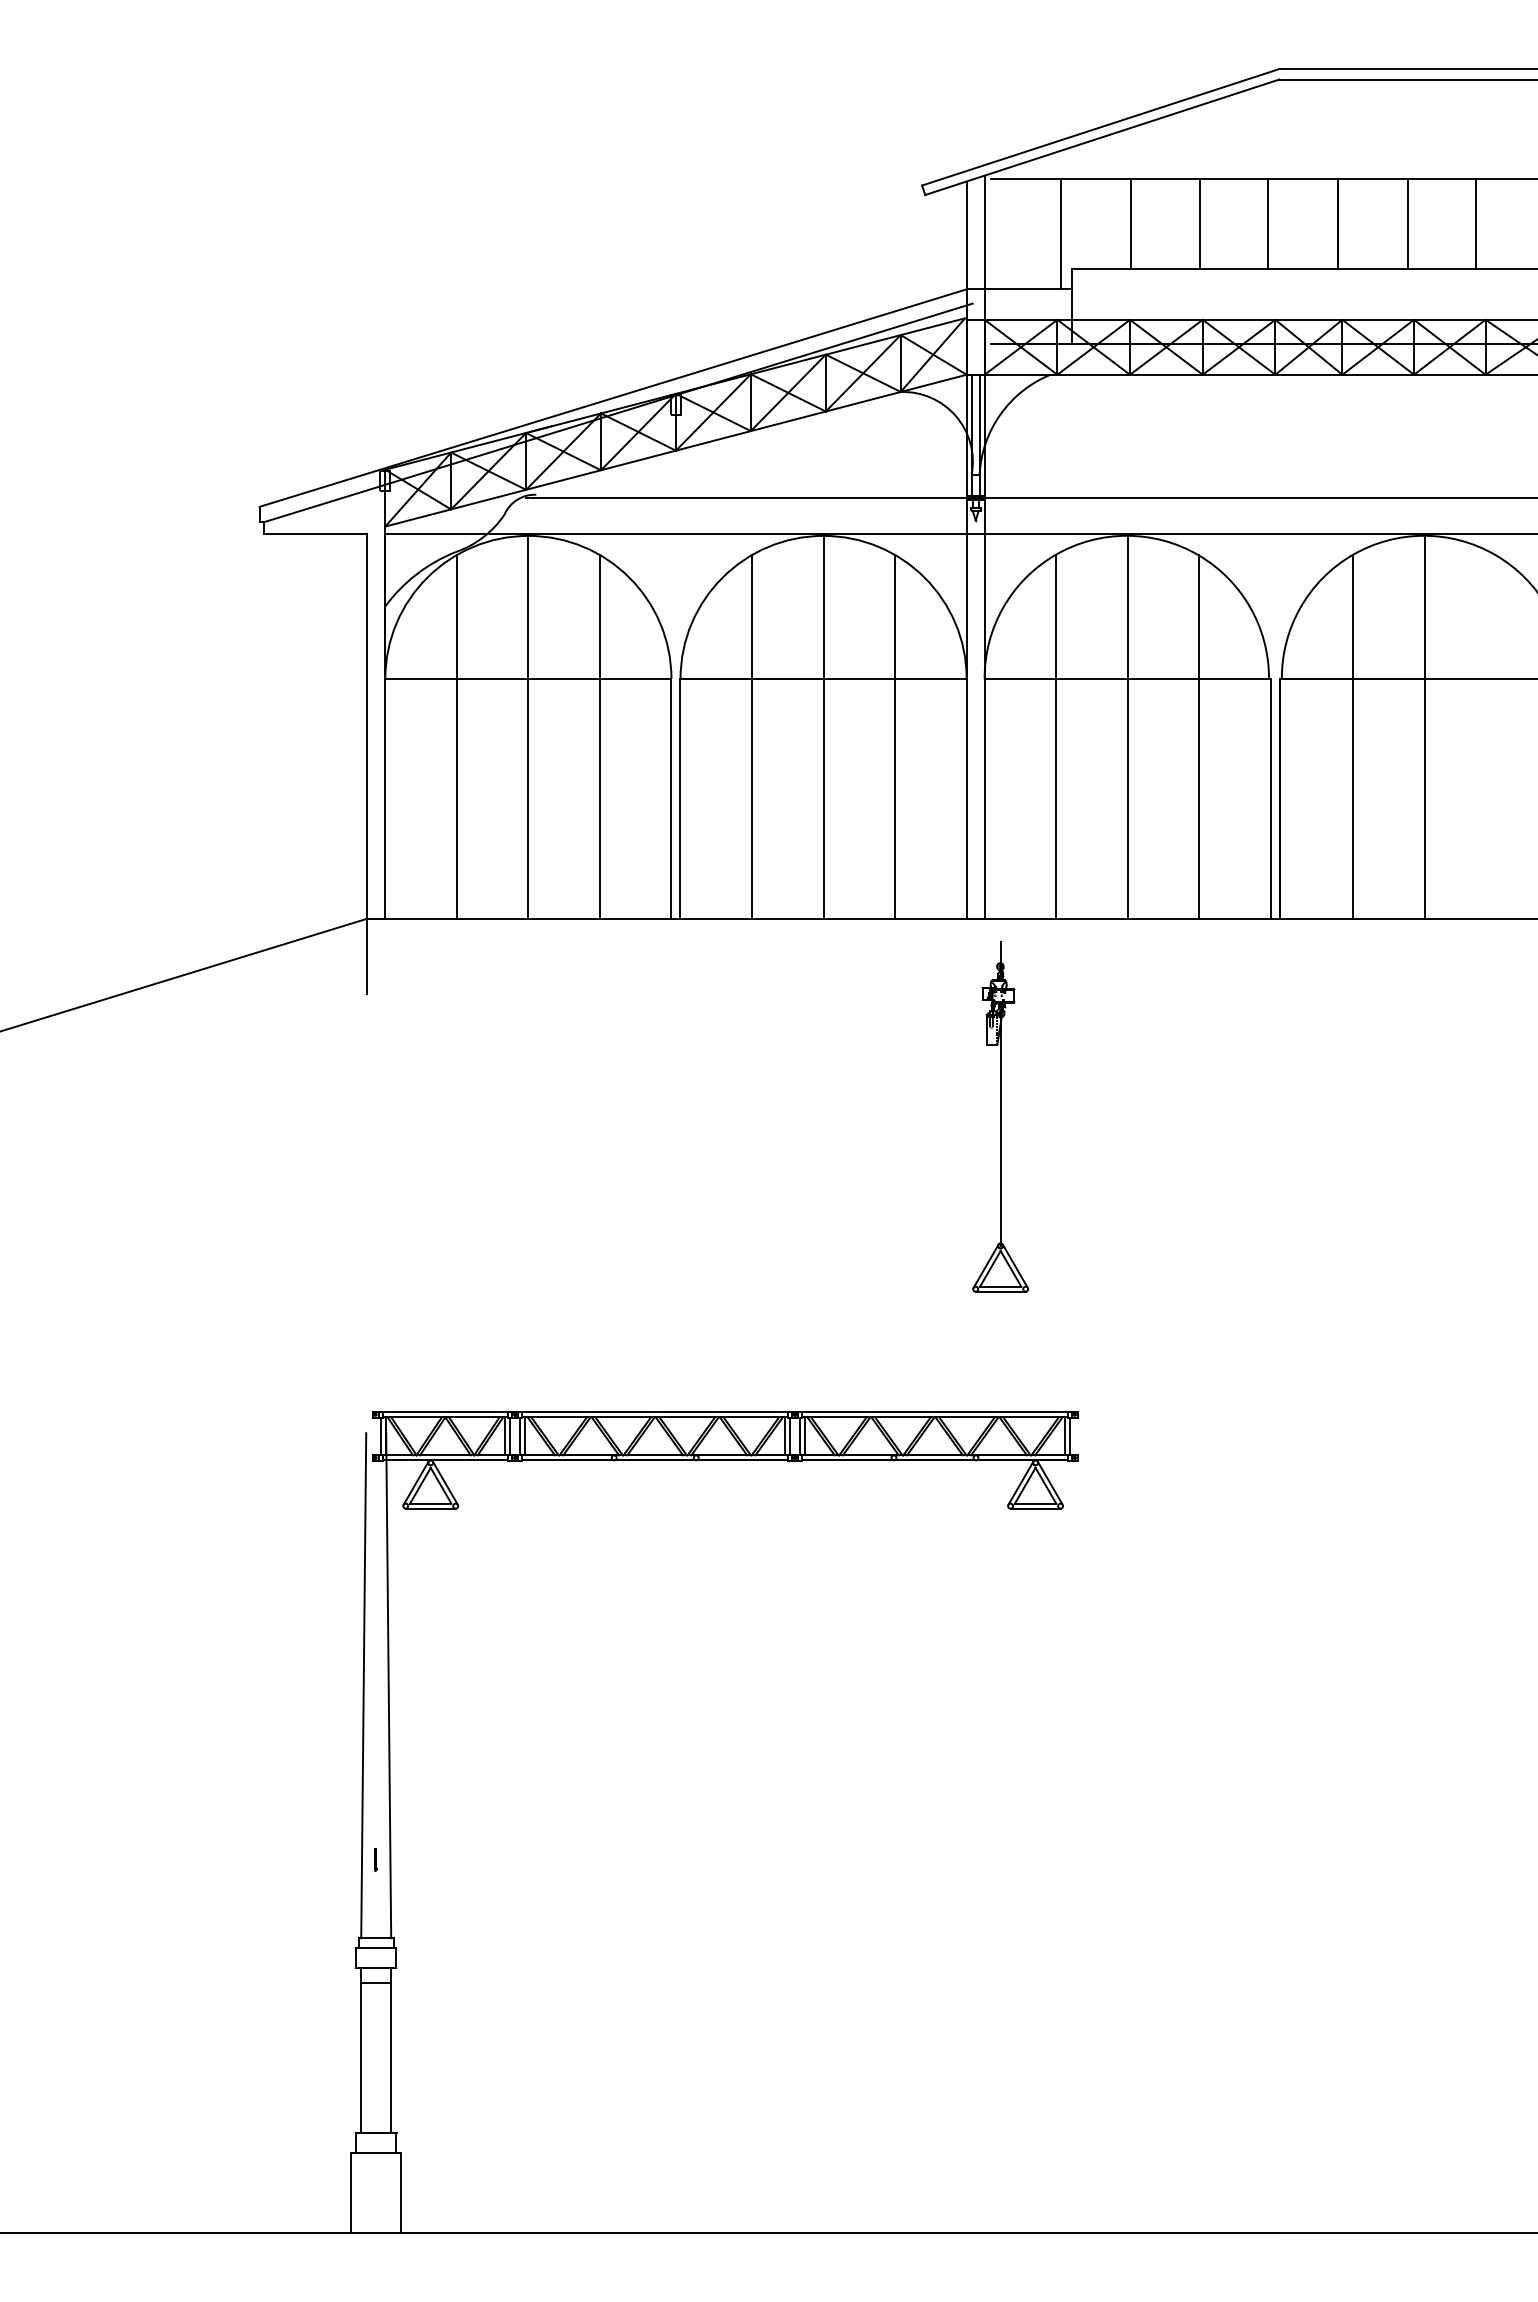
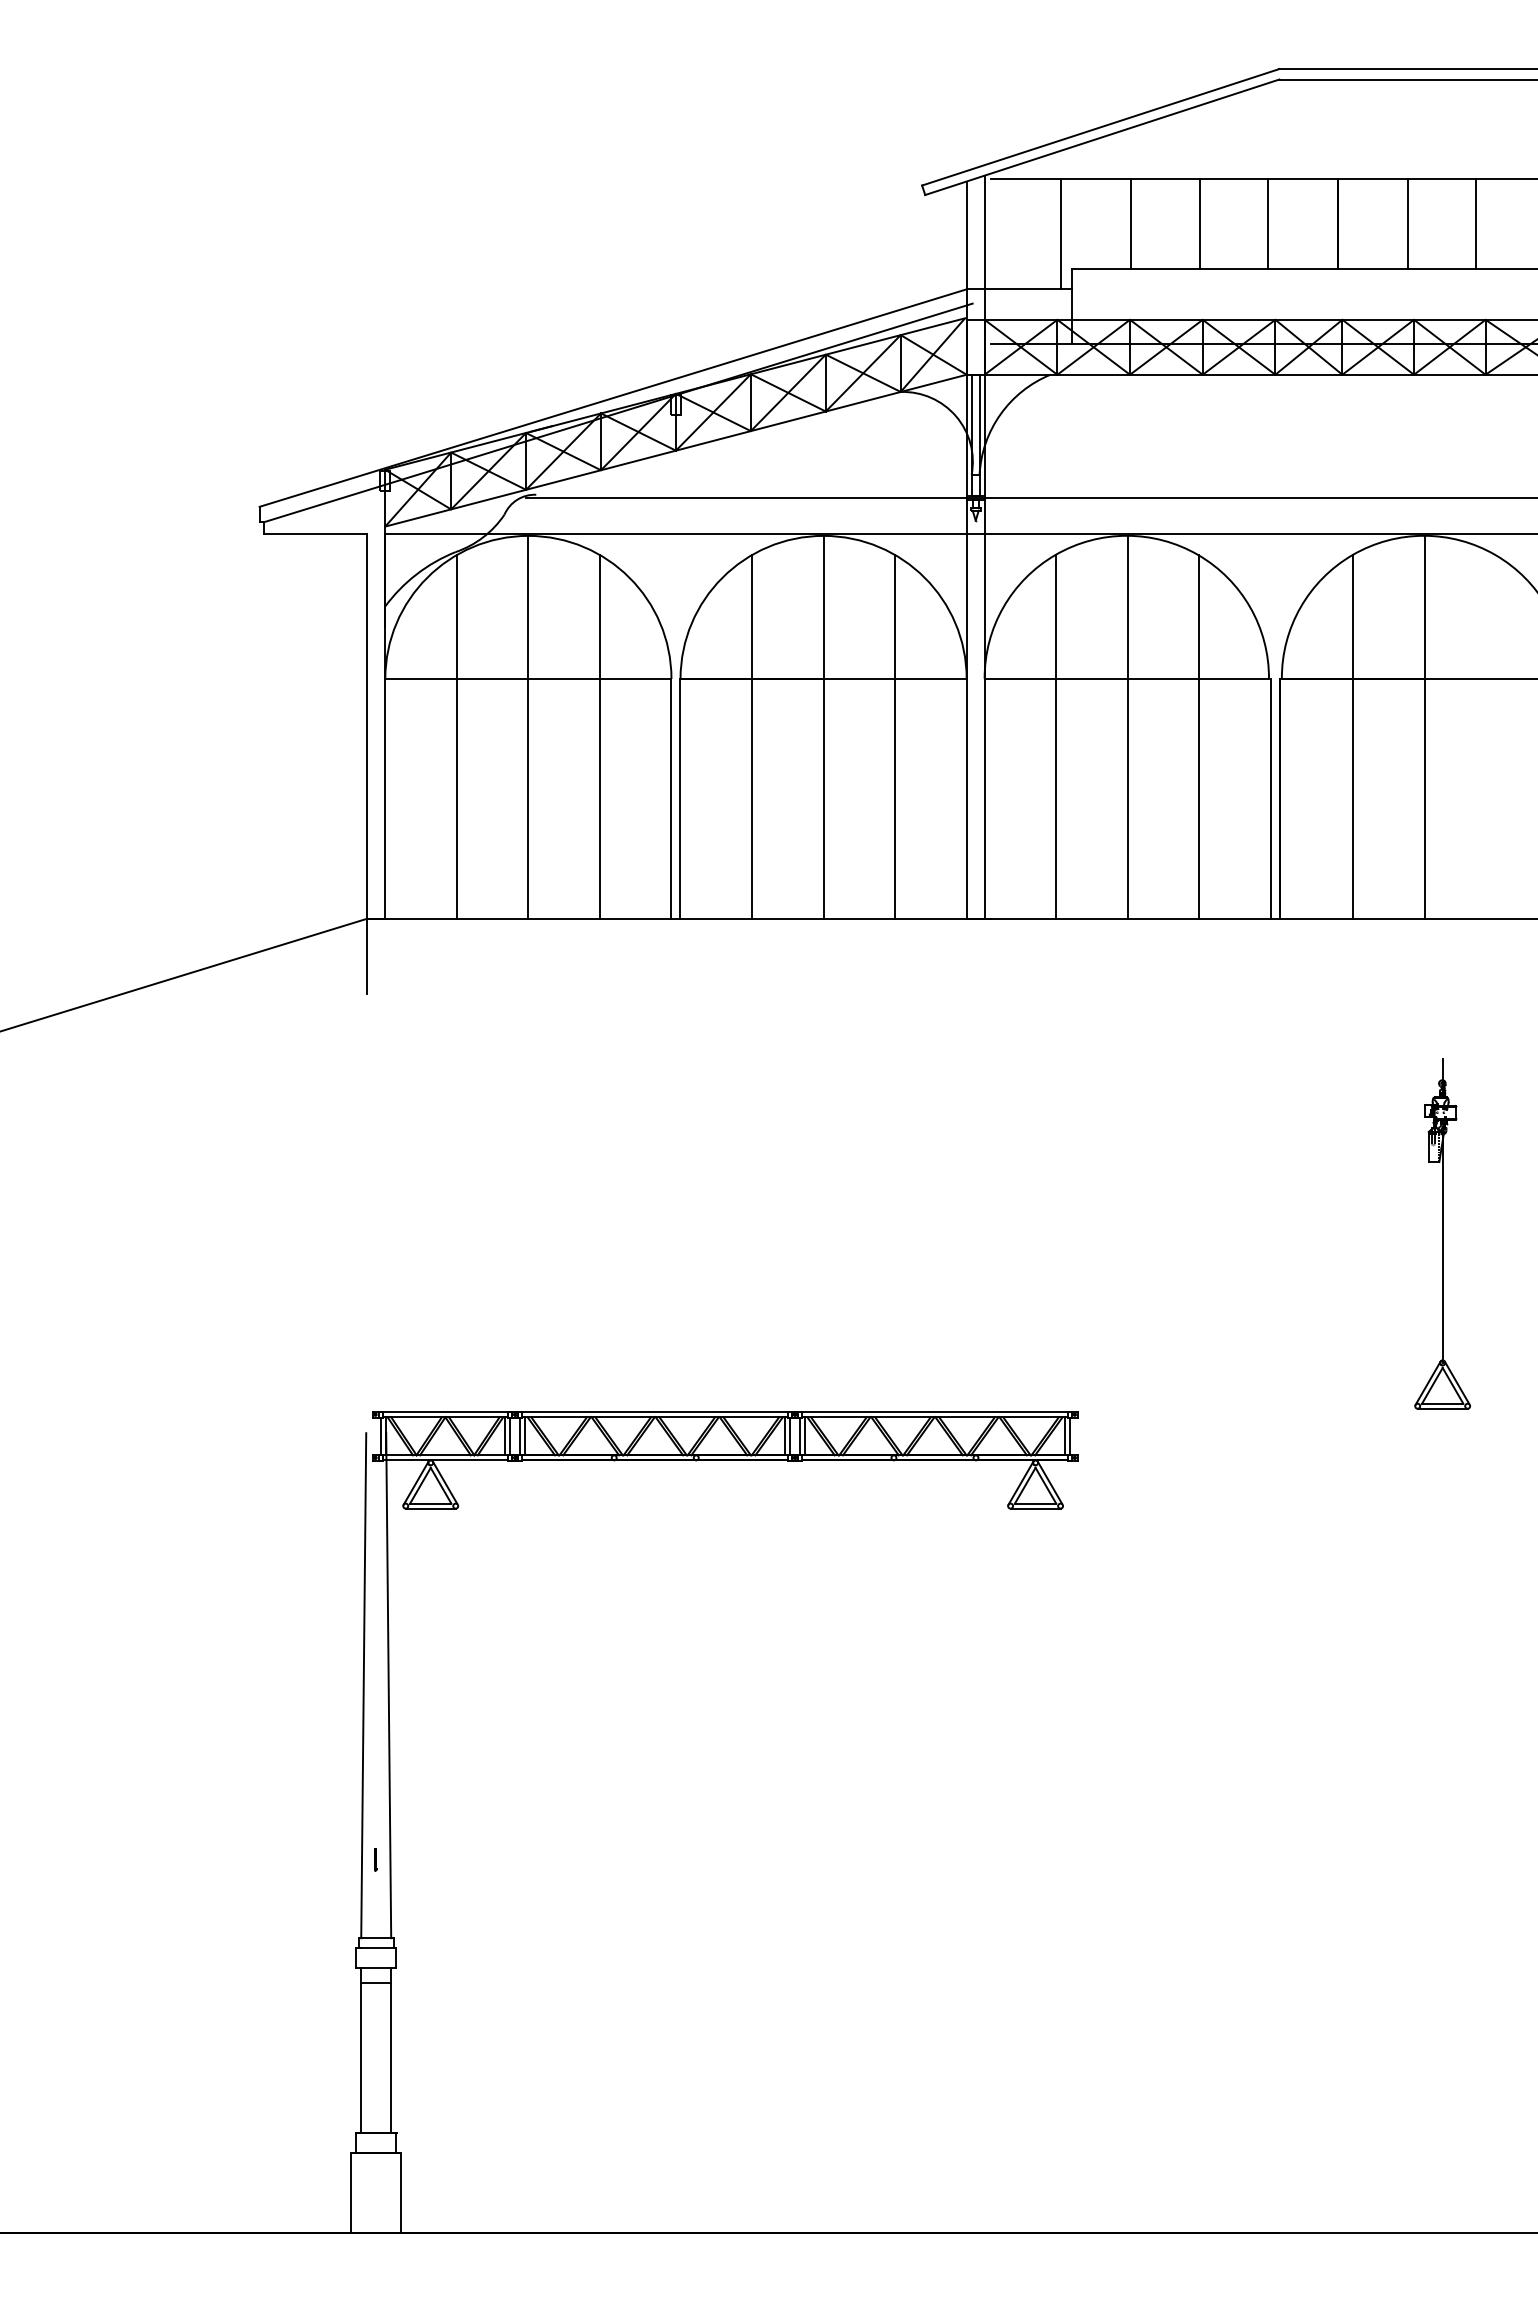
part at (1000, 1116) position: (1000, 1116) -> (1442, 1233)
